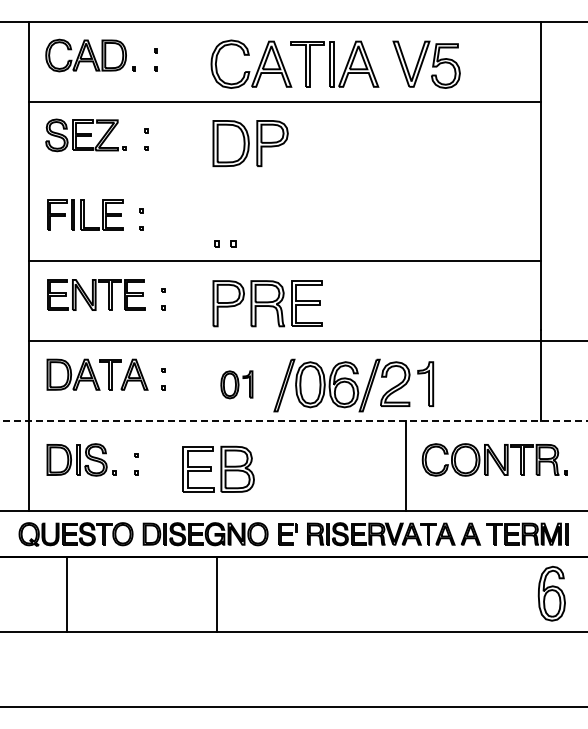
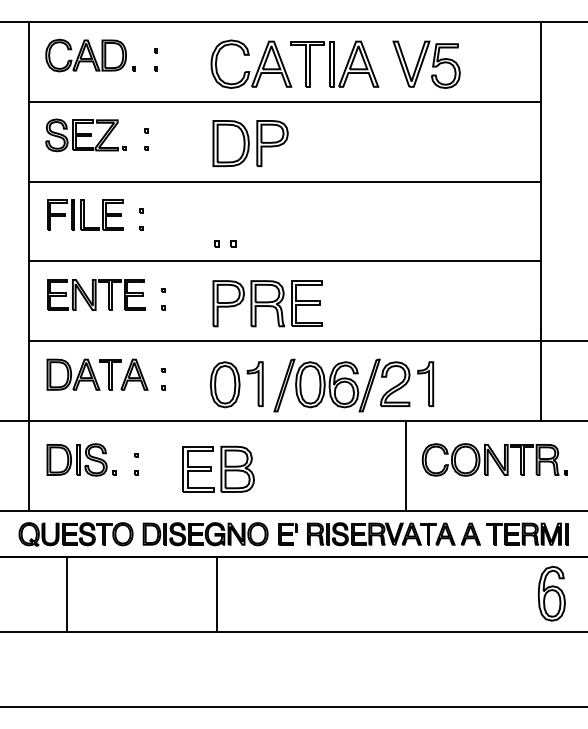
line at (285, 181): none -> present
part at (236, 384) size: 34x30 px -> 54x48 px
line at (294, 420): dashed -> solid
